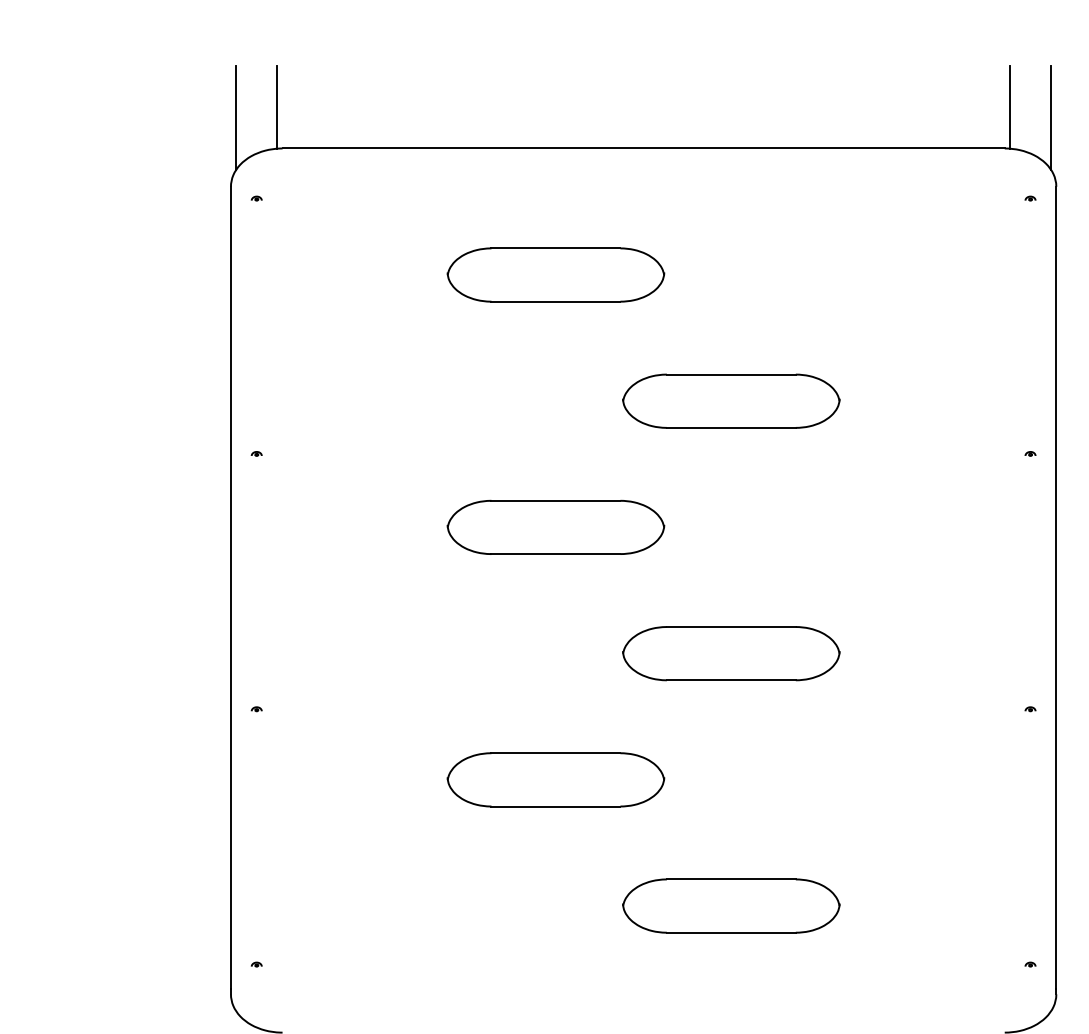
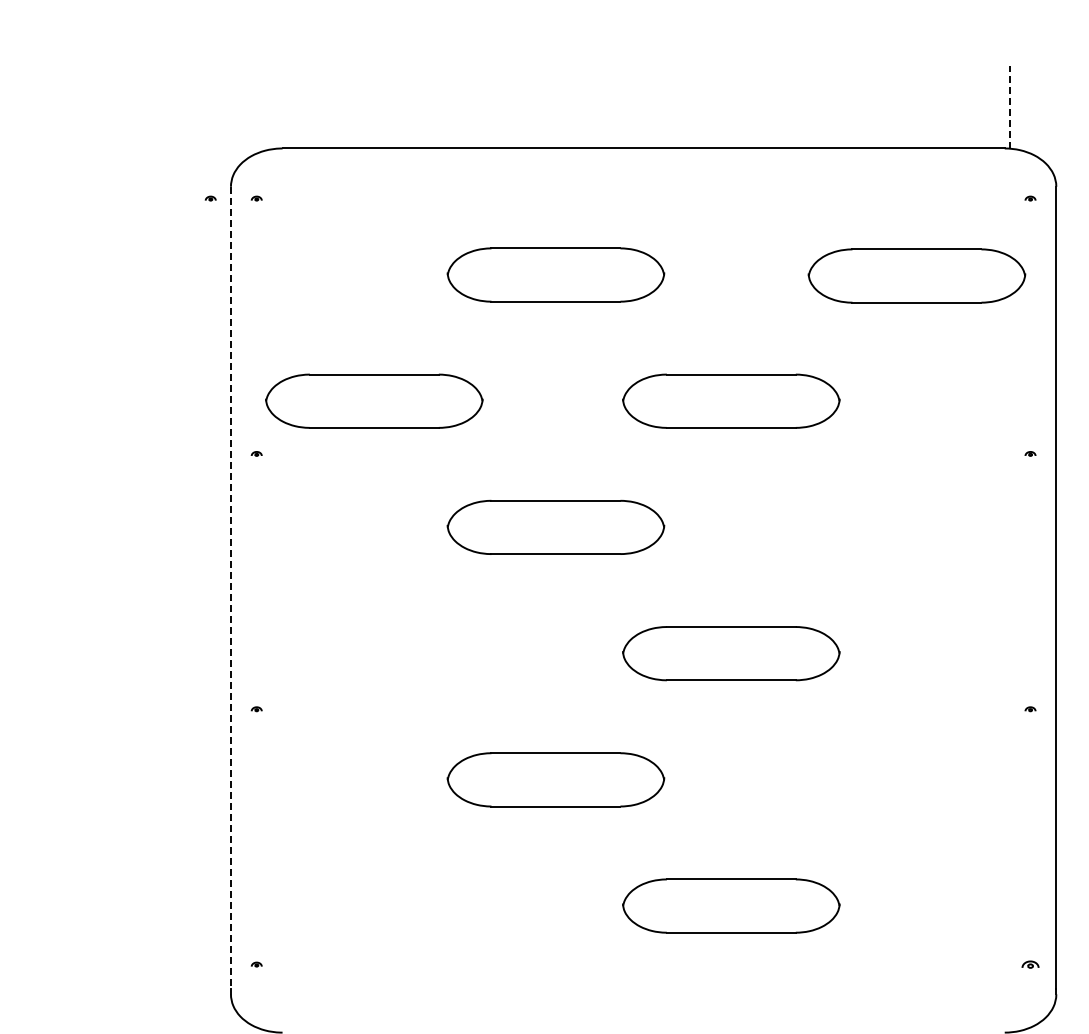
line at (277, 107): present -> none
line at (1009, 107): solid -> dashed
line at (236, 117): present -> none
line at (1051, 117): present -> none
part at (210, 198): none -> present
part at (916, 275): none -> present
part at (374, 400): none -> present
line at (230, 588): solid -> dashed
part at (1030, 964) size: 13x7 px -> 19x9 px
